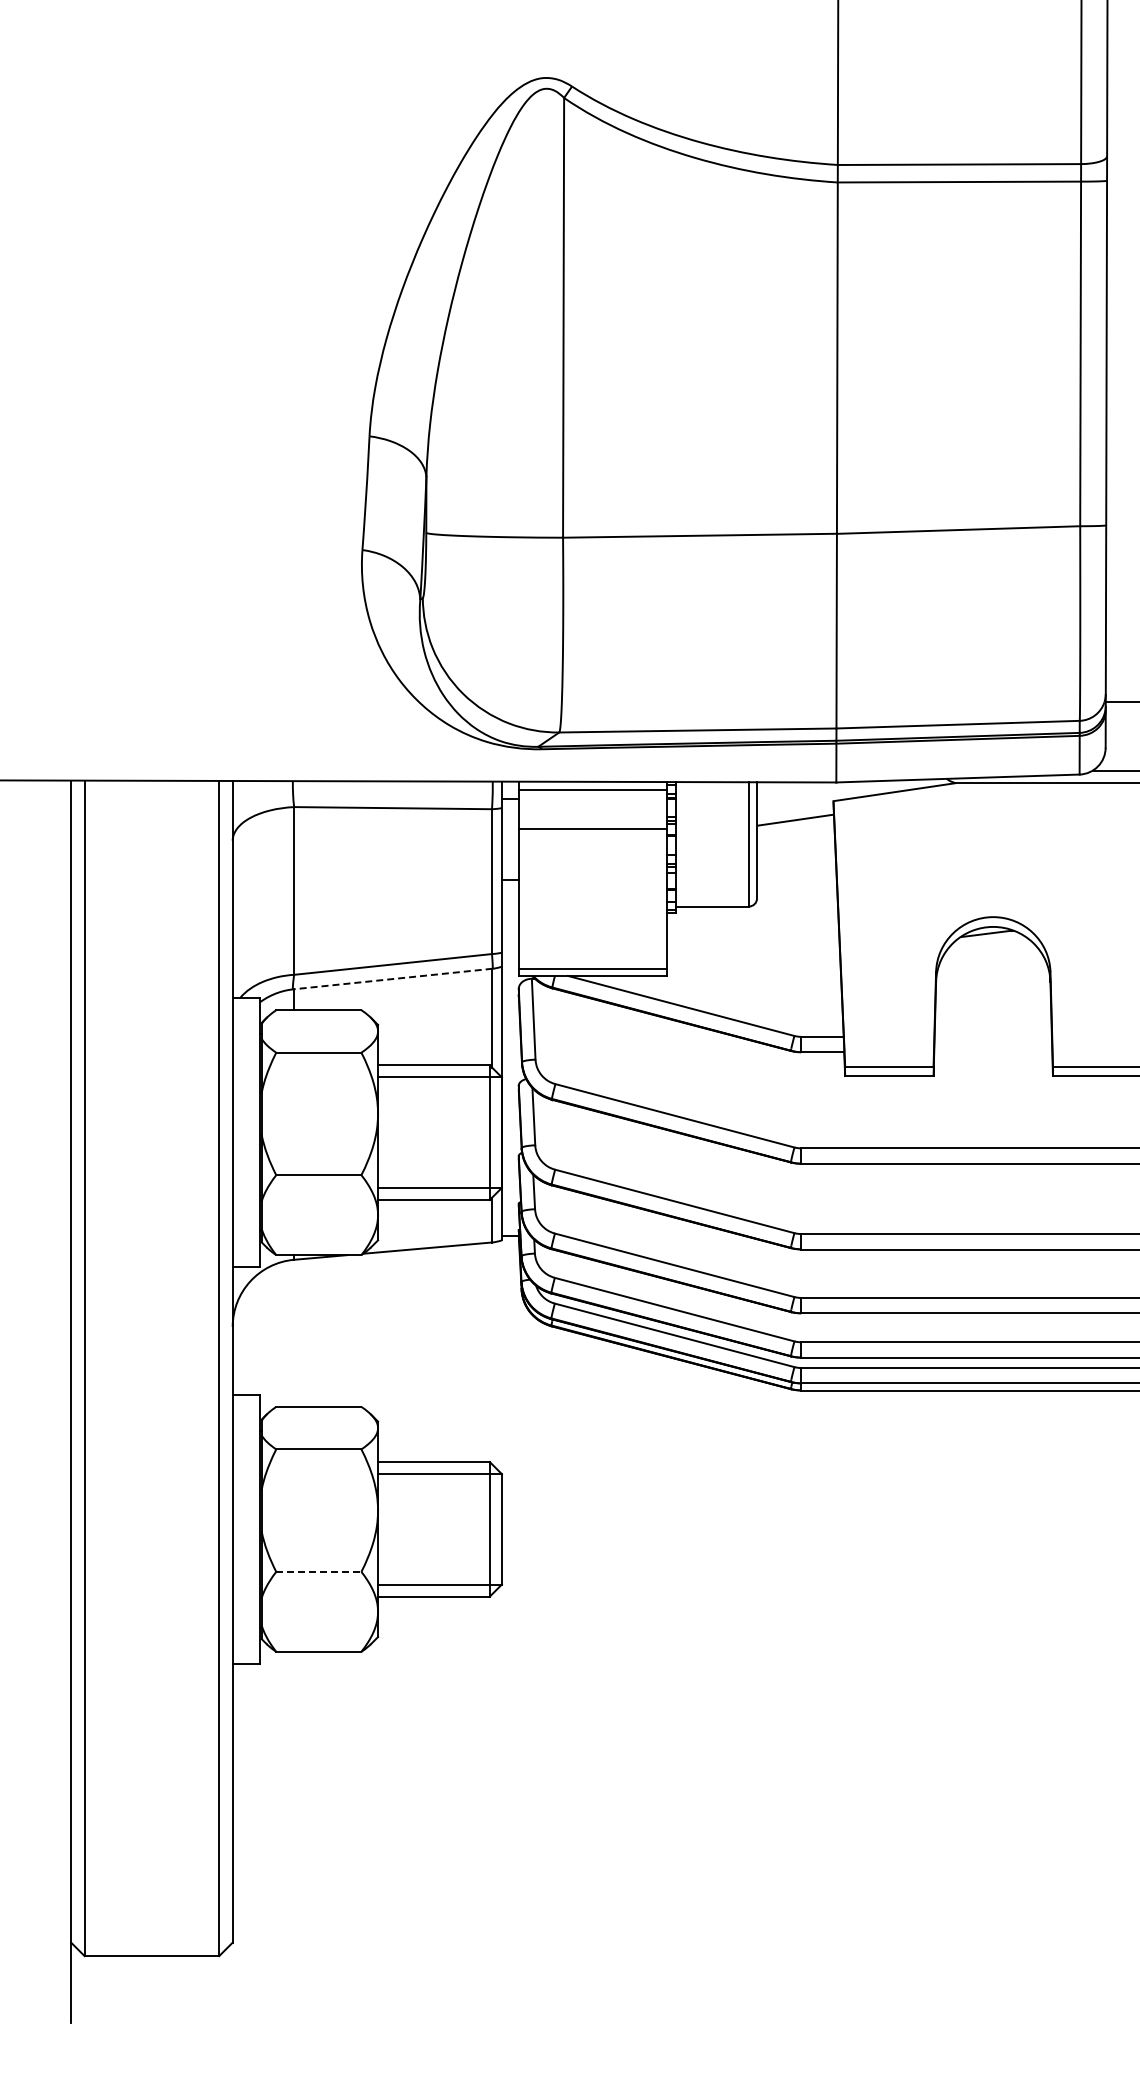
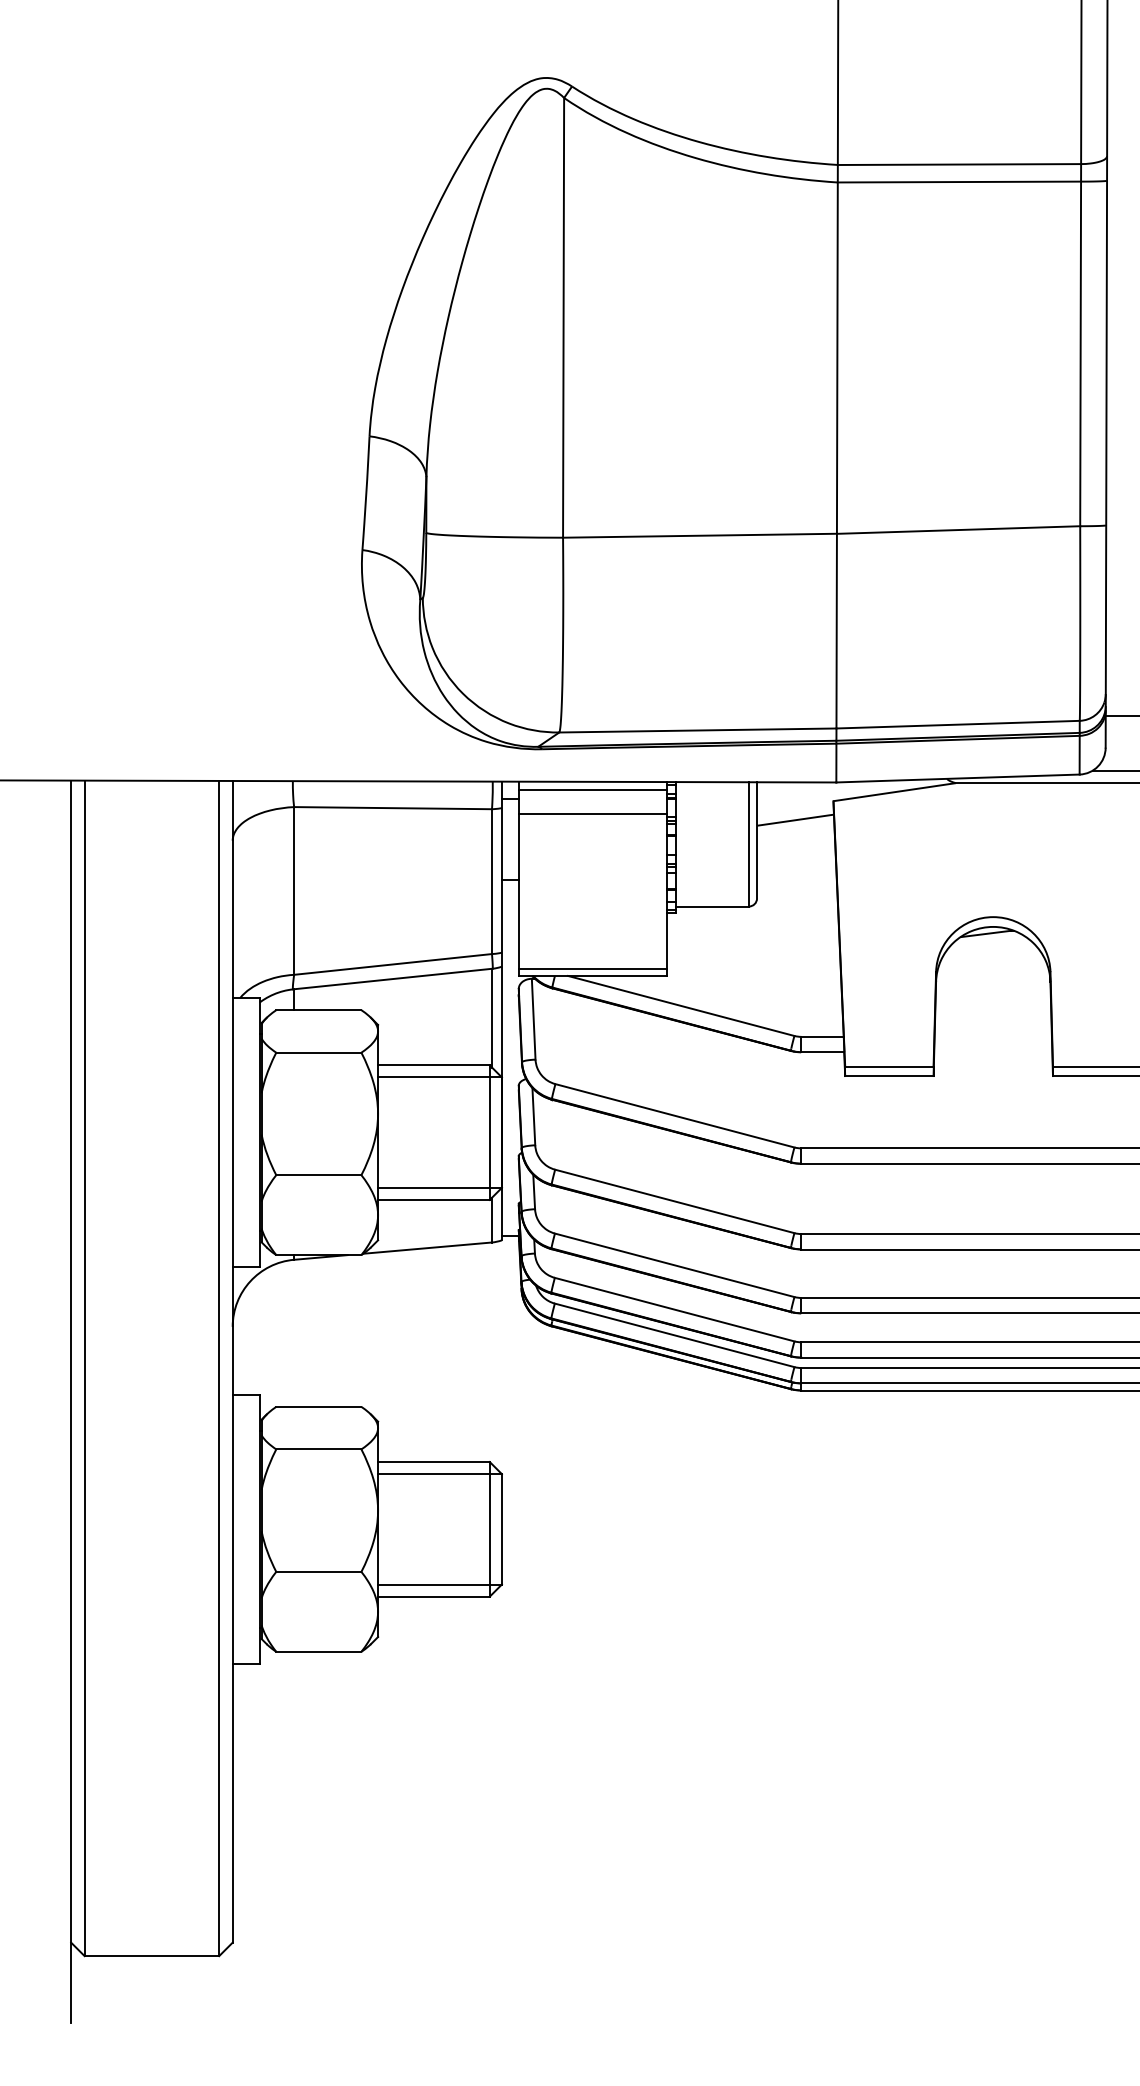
line at (1120, 701) position: (1120, 701) -> (1120, 715)
line at (592, 828) position: (592, 828) -> (592, 813)
line at (392, 979): dashed -> solid
line at (318, 1571): dashed -> solid
